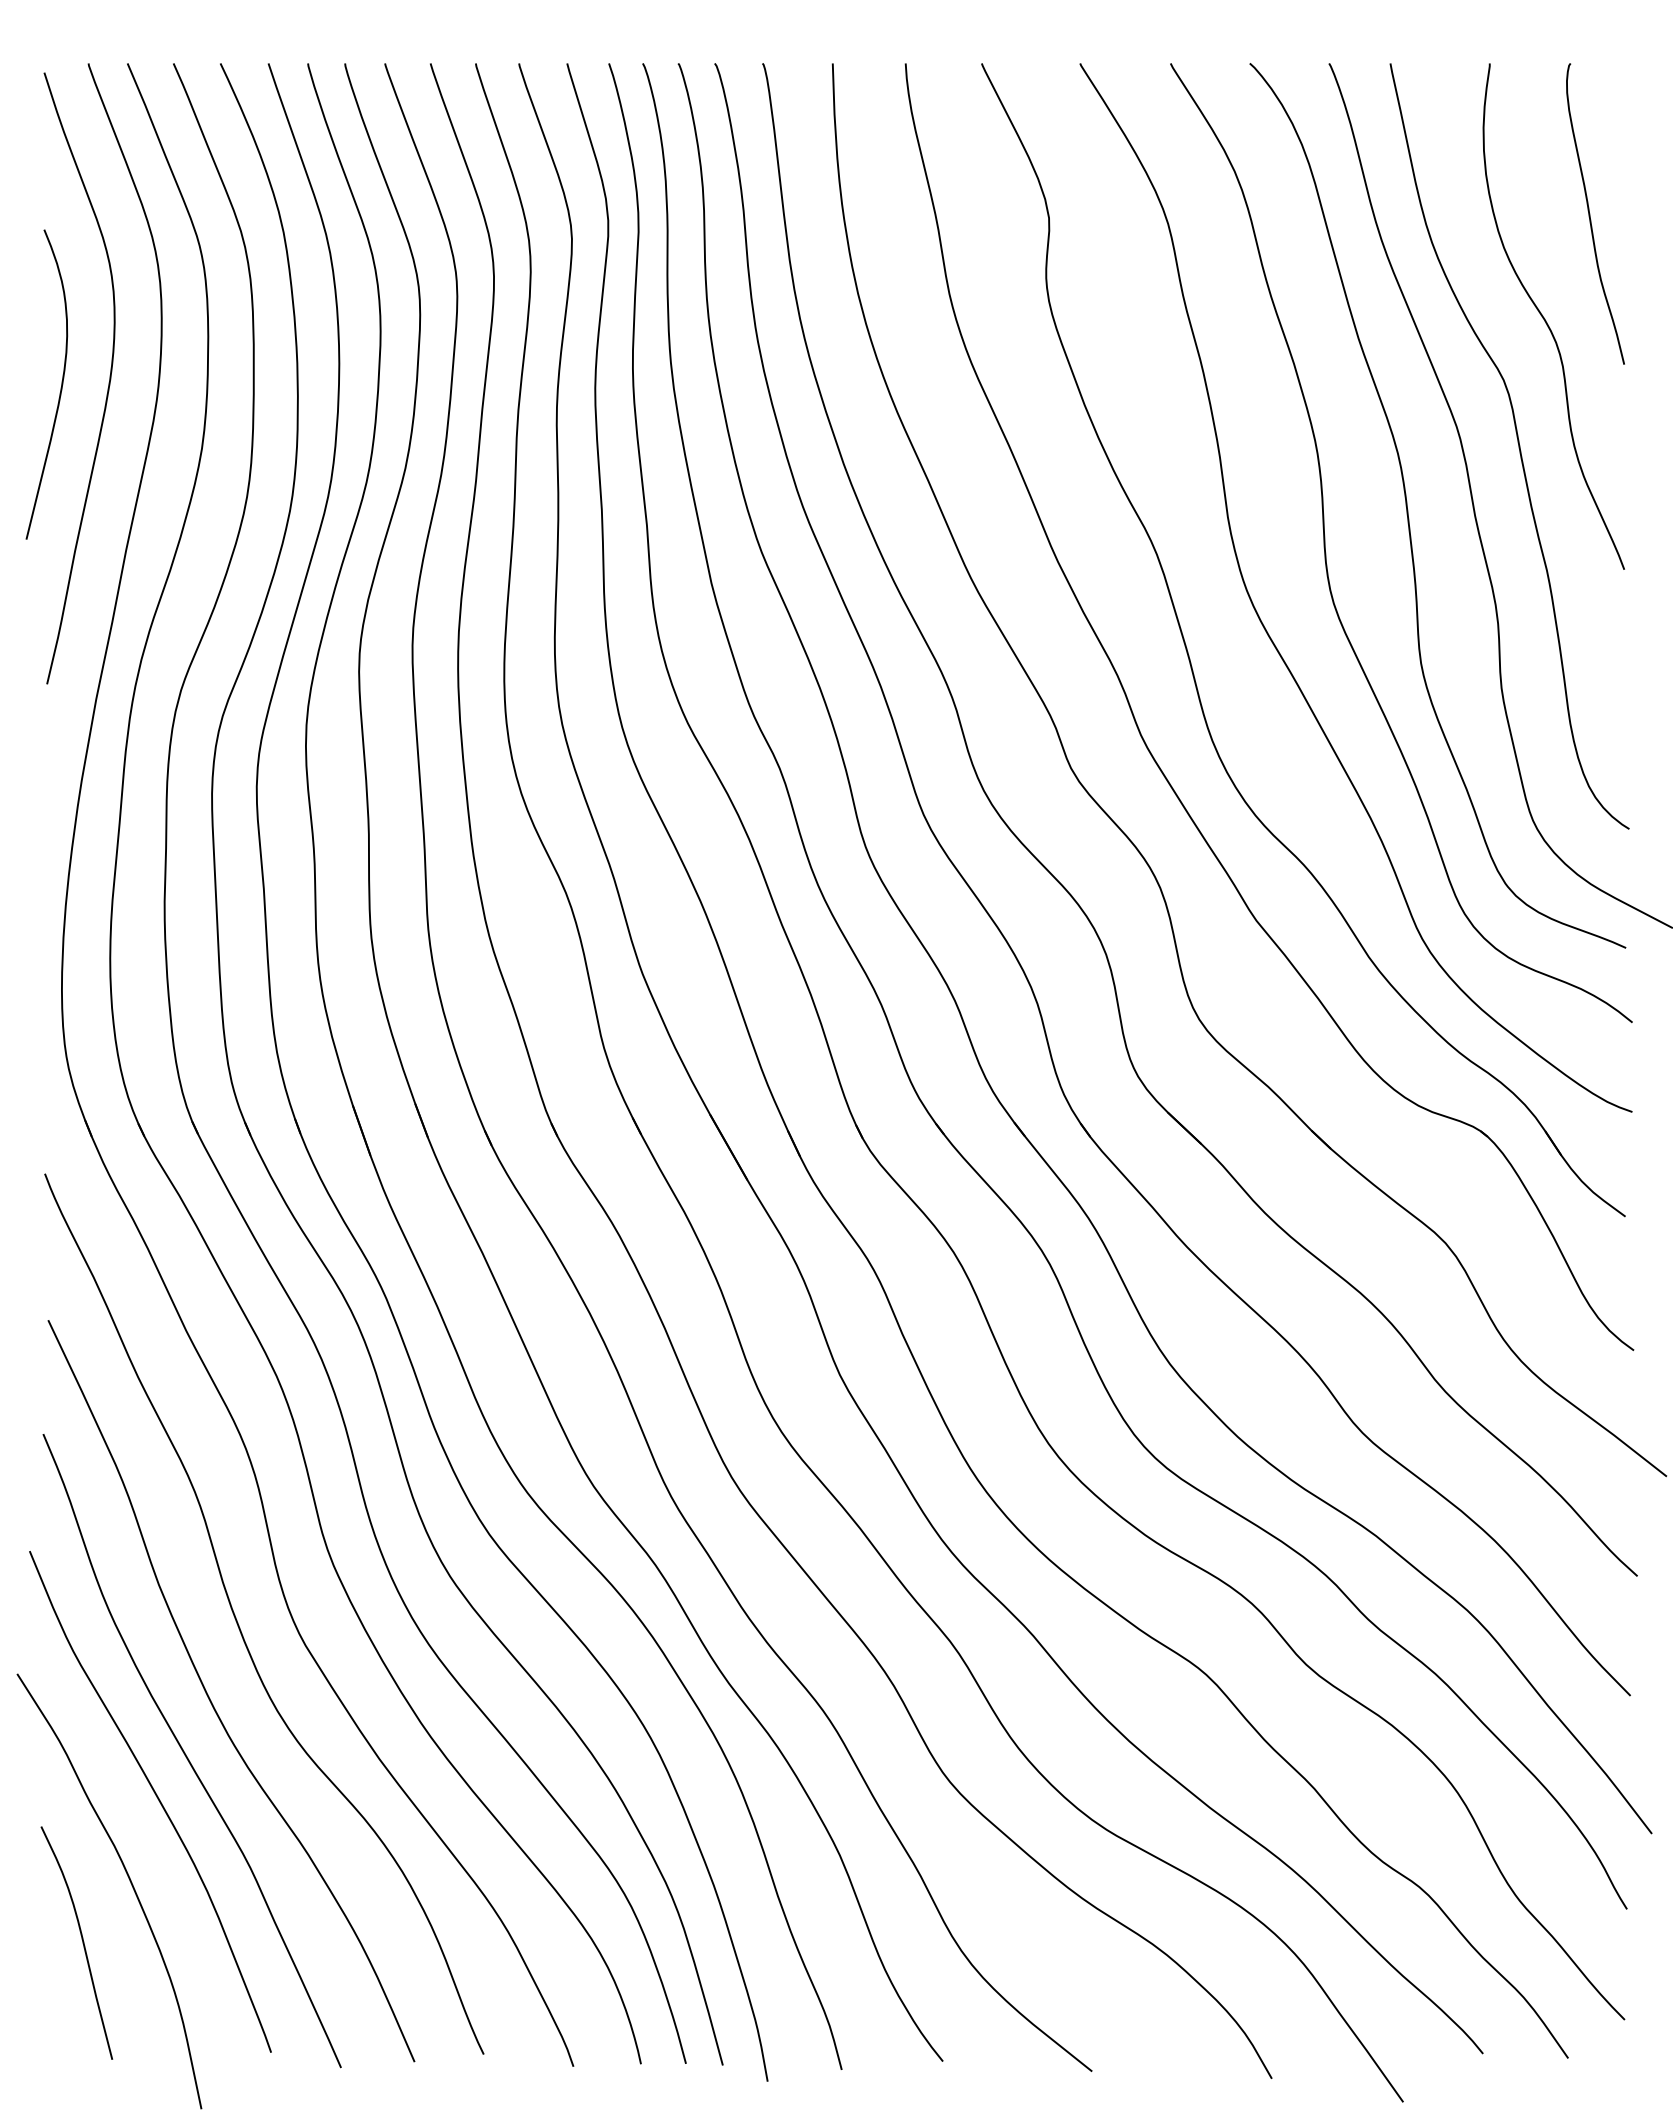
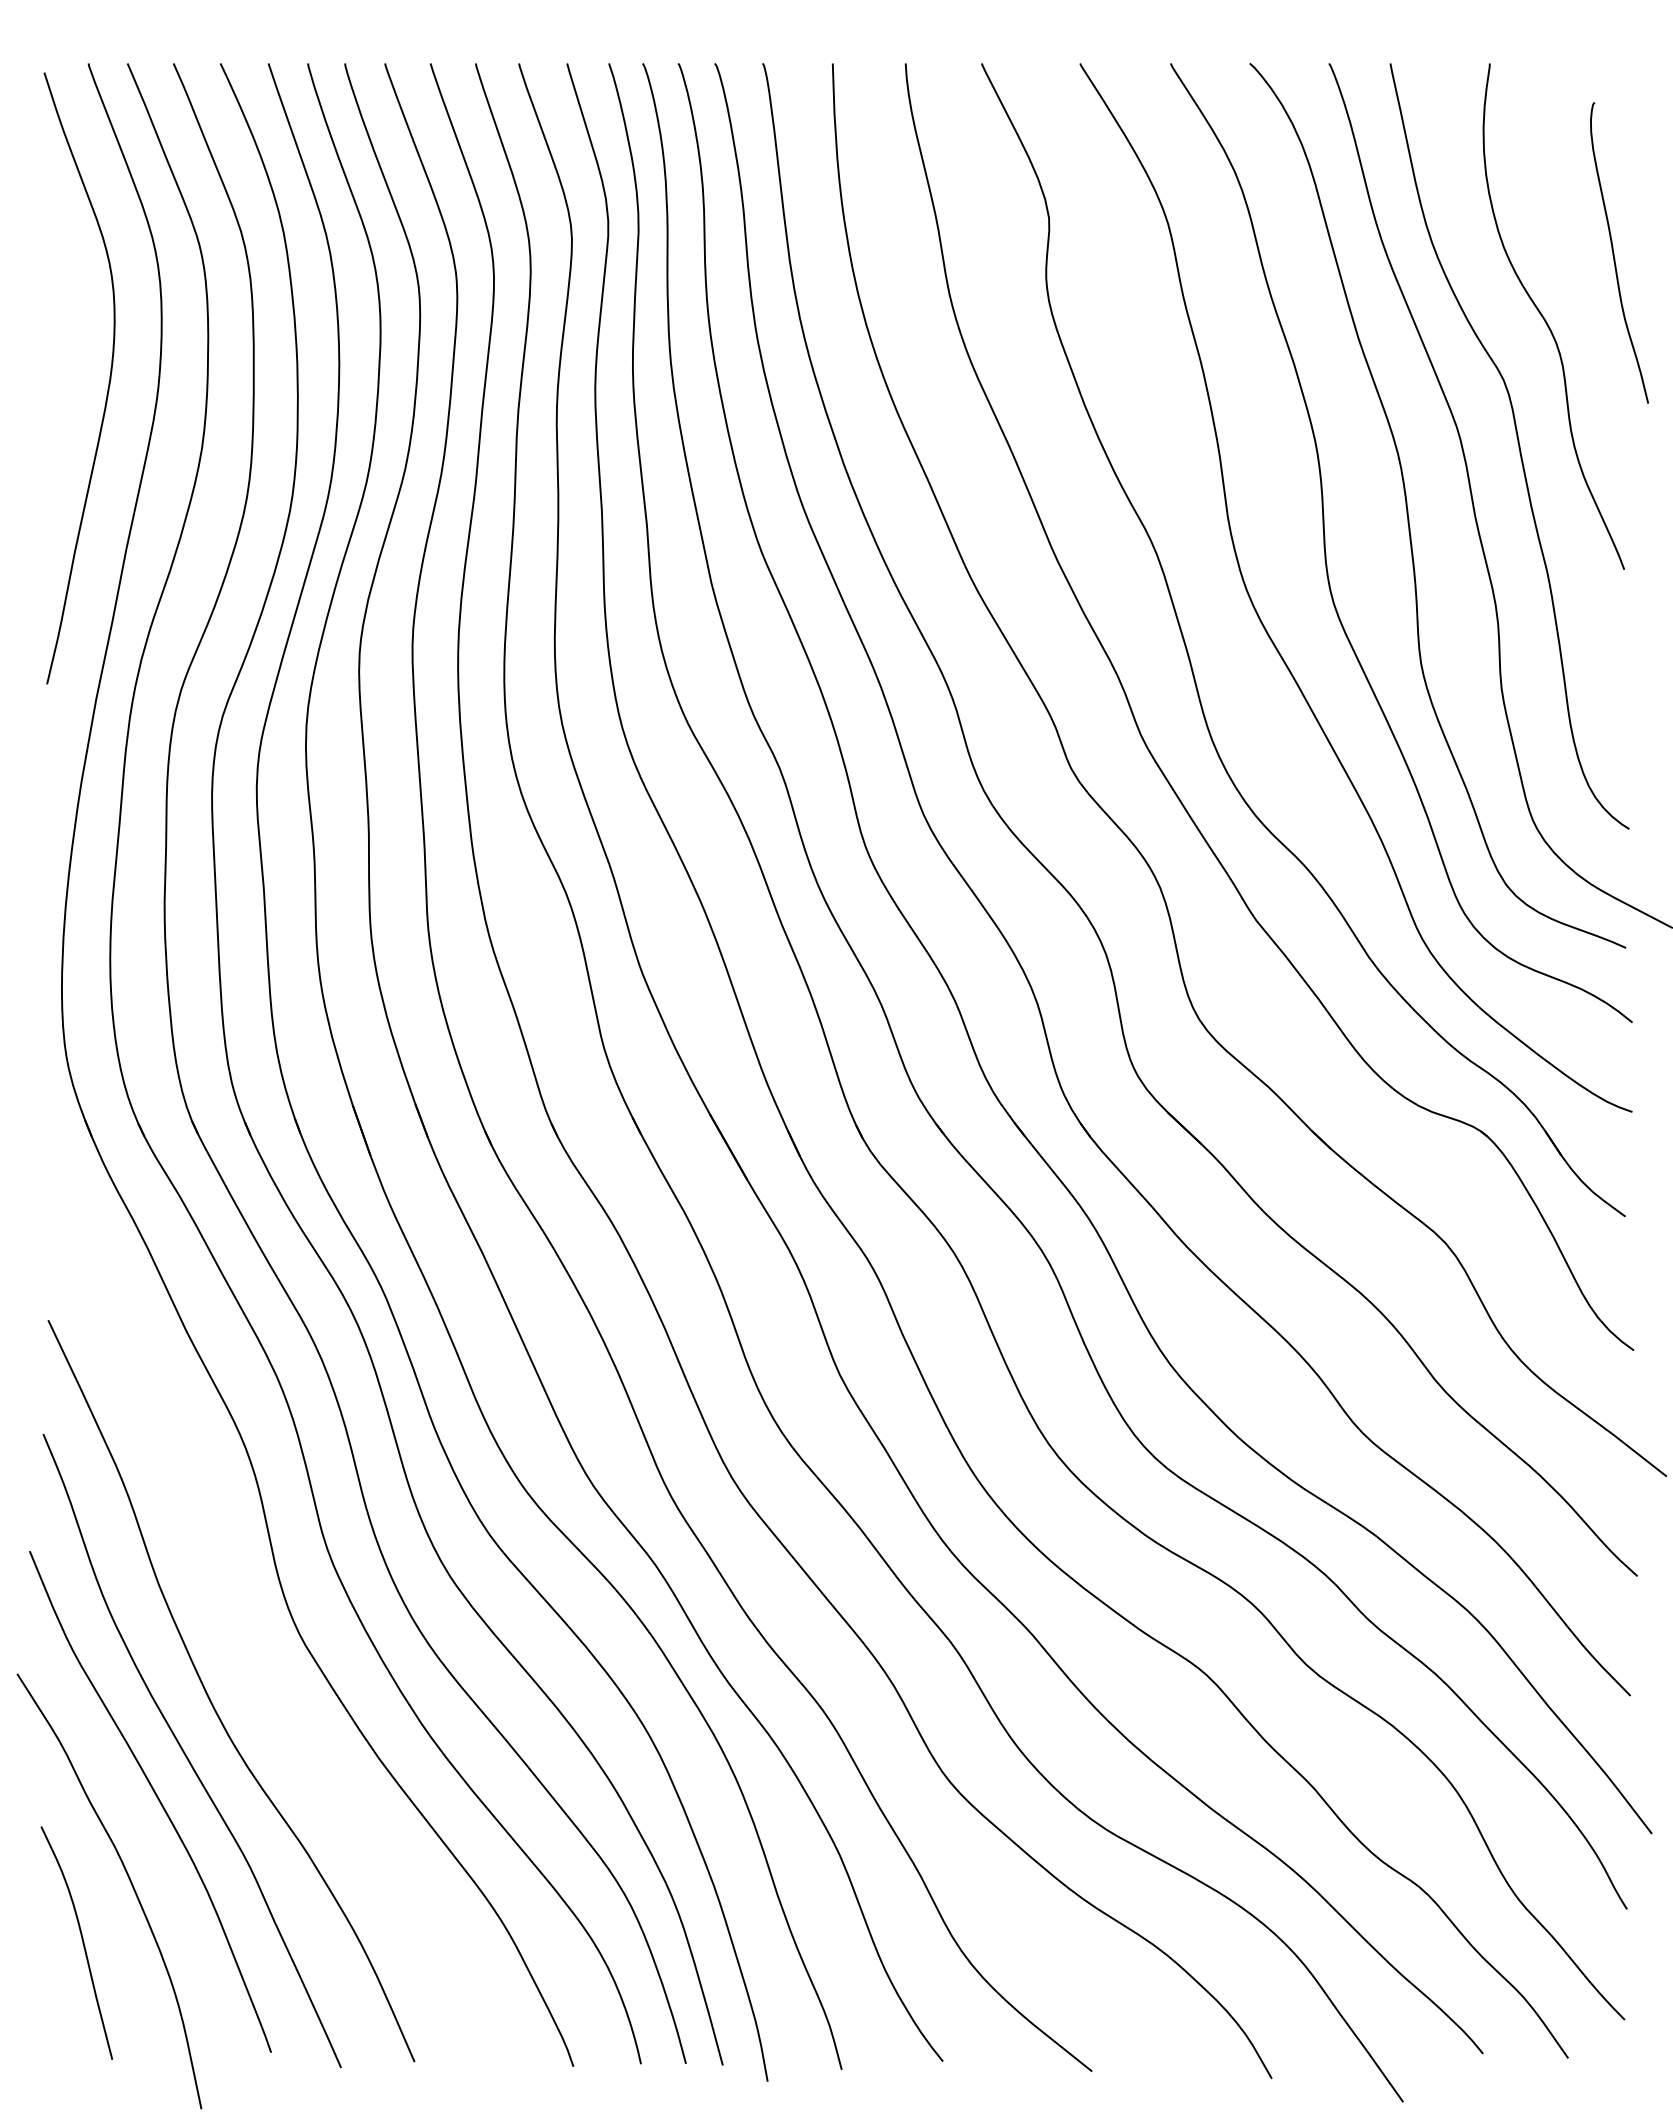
curve at (1590, 213) position: (1590, 213) -> (1614, 252)
curve at (60, 387): present -> none
curve at (238, 1622): present -> none
